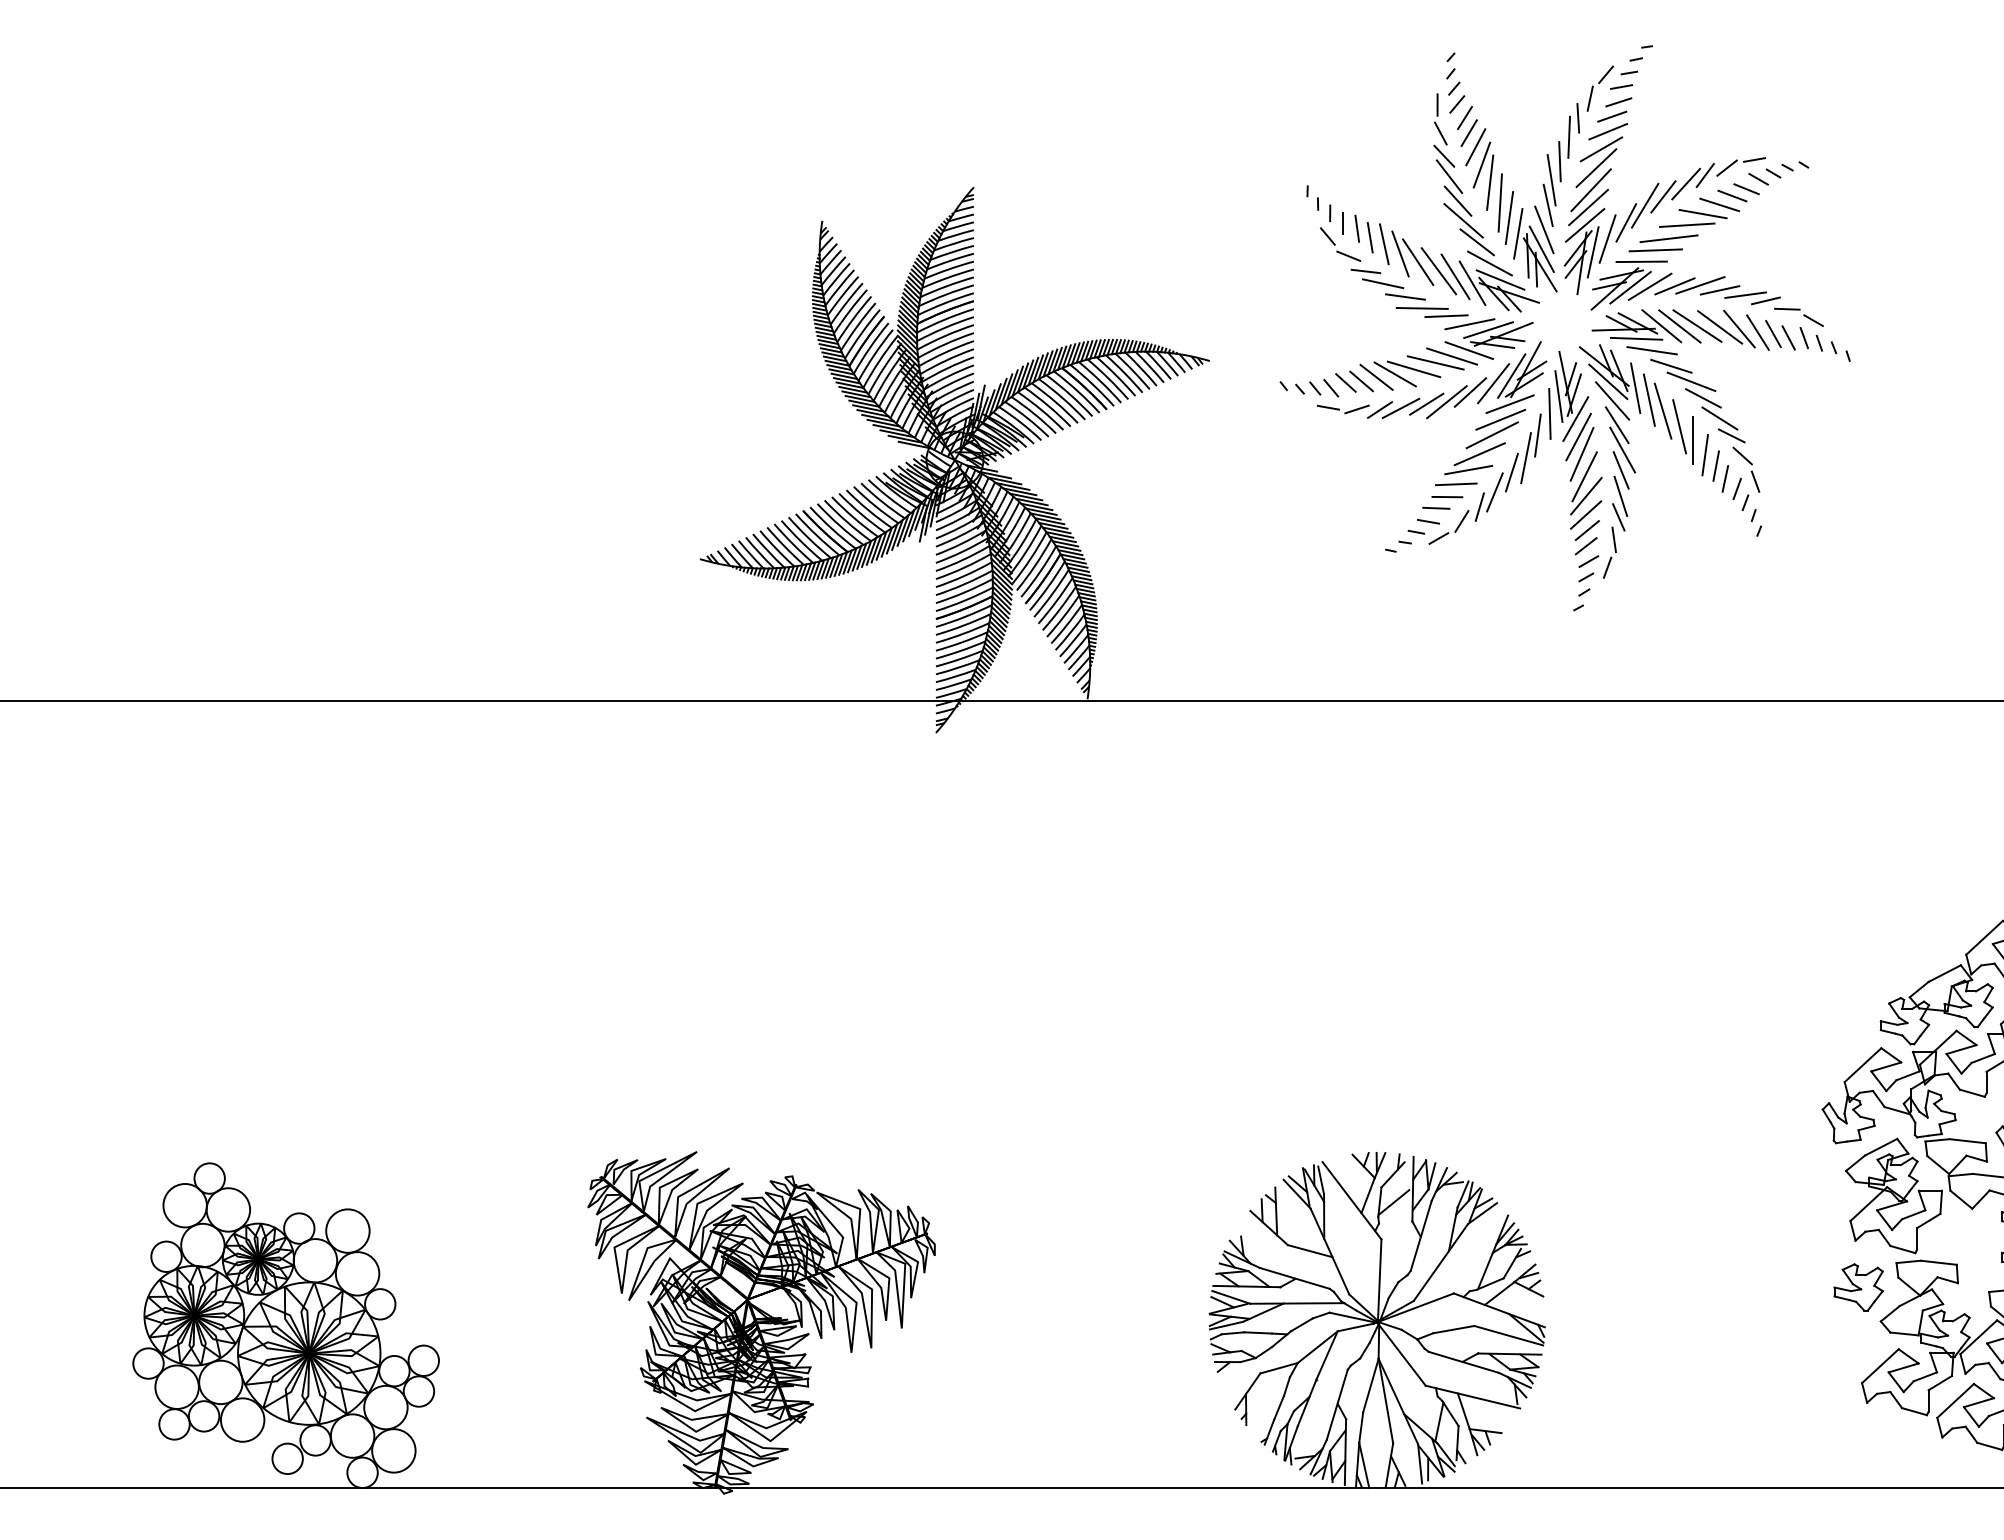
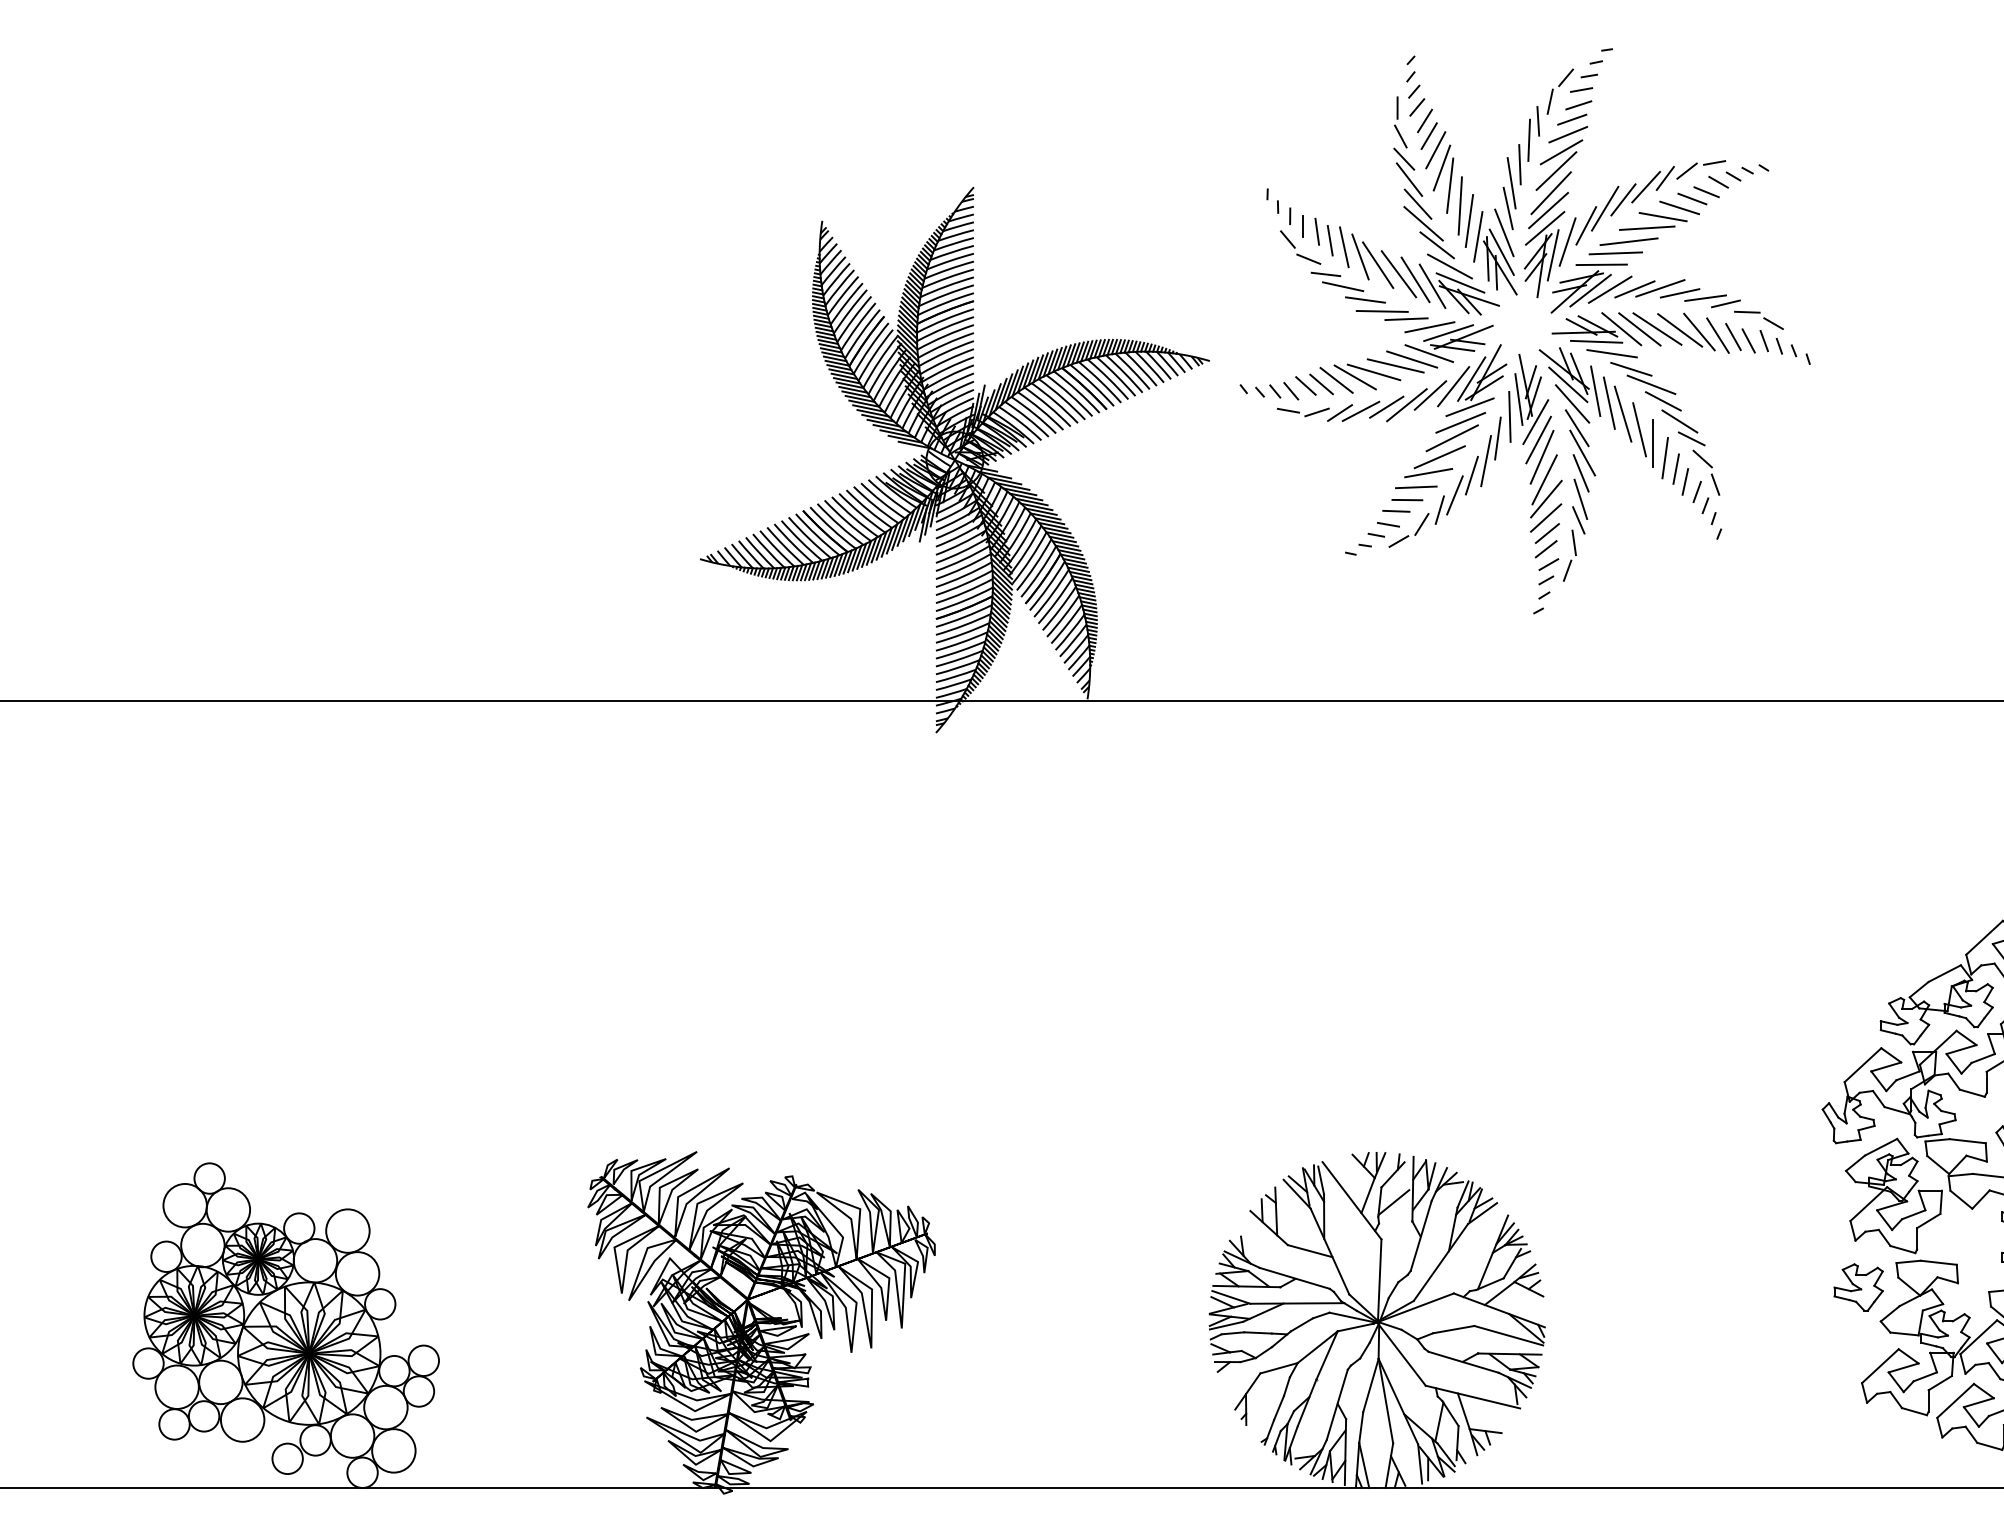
part at (1559, 350) position: (1559, 350) -> (1519, 353)
